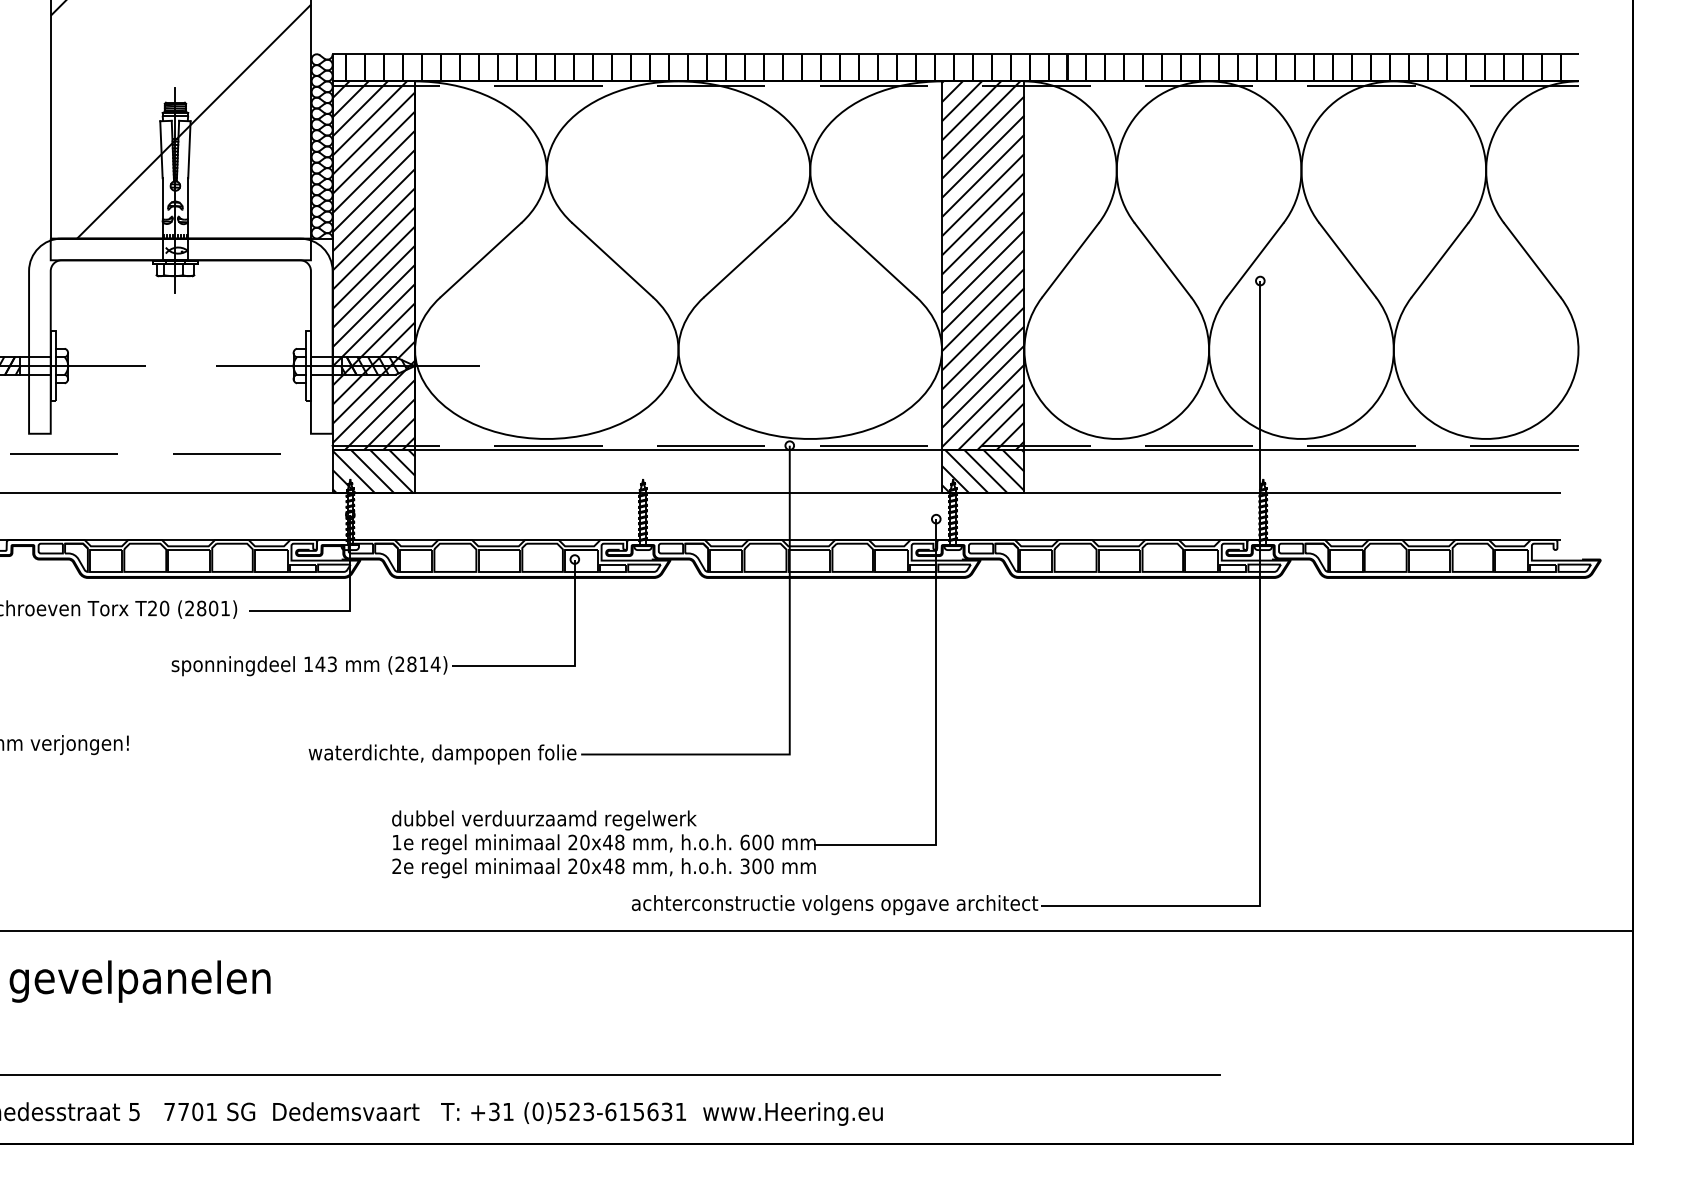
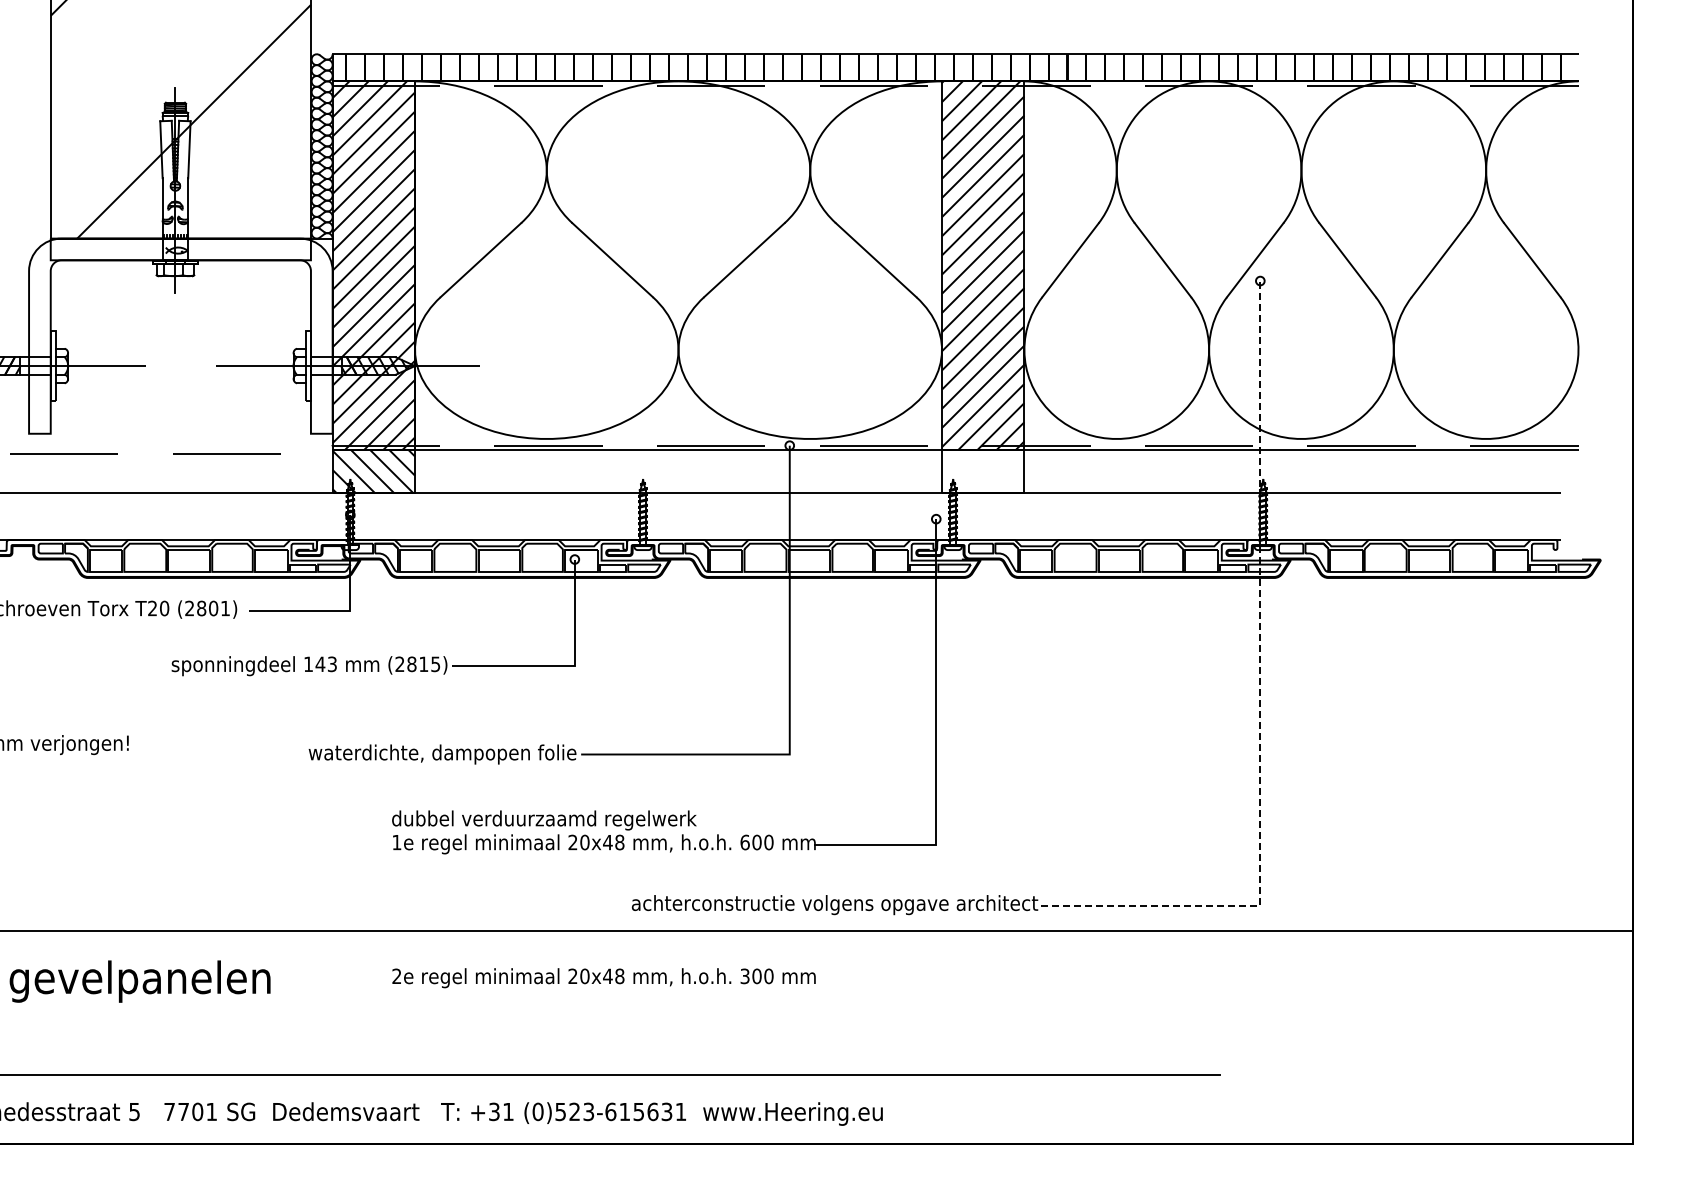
hatch at (983, 471): present -> none
text at (435, 664): (2814) -> (2815)
line at (1260, 704): solid -> dashed
text at (603, 868) position: (603, 868) -> (603, 978)
